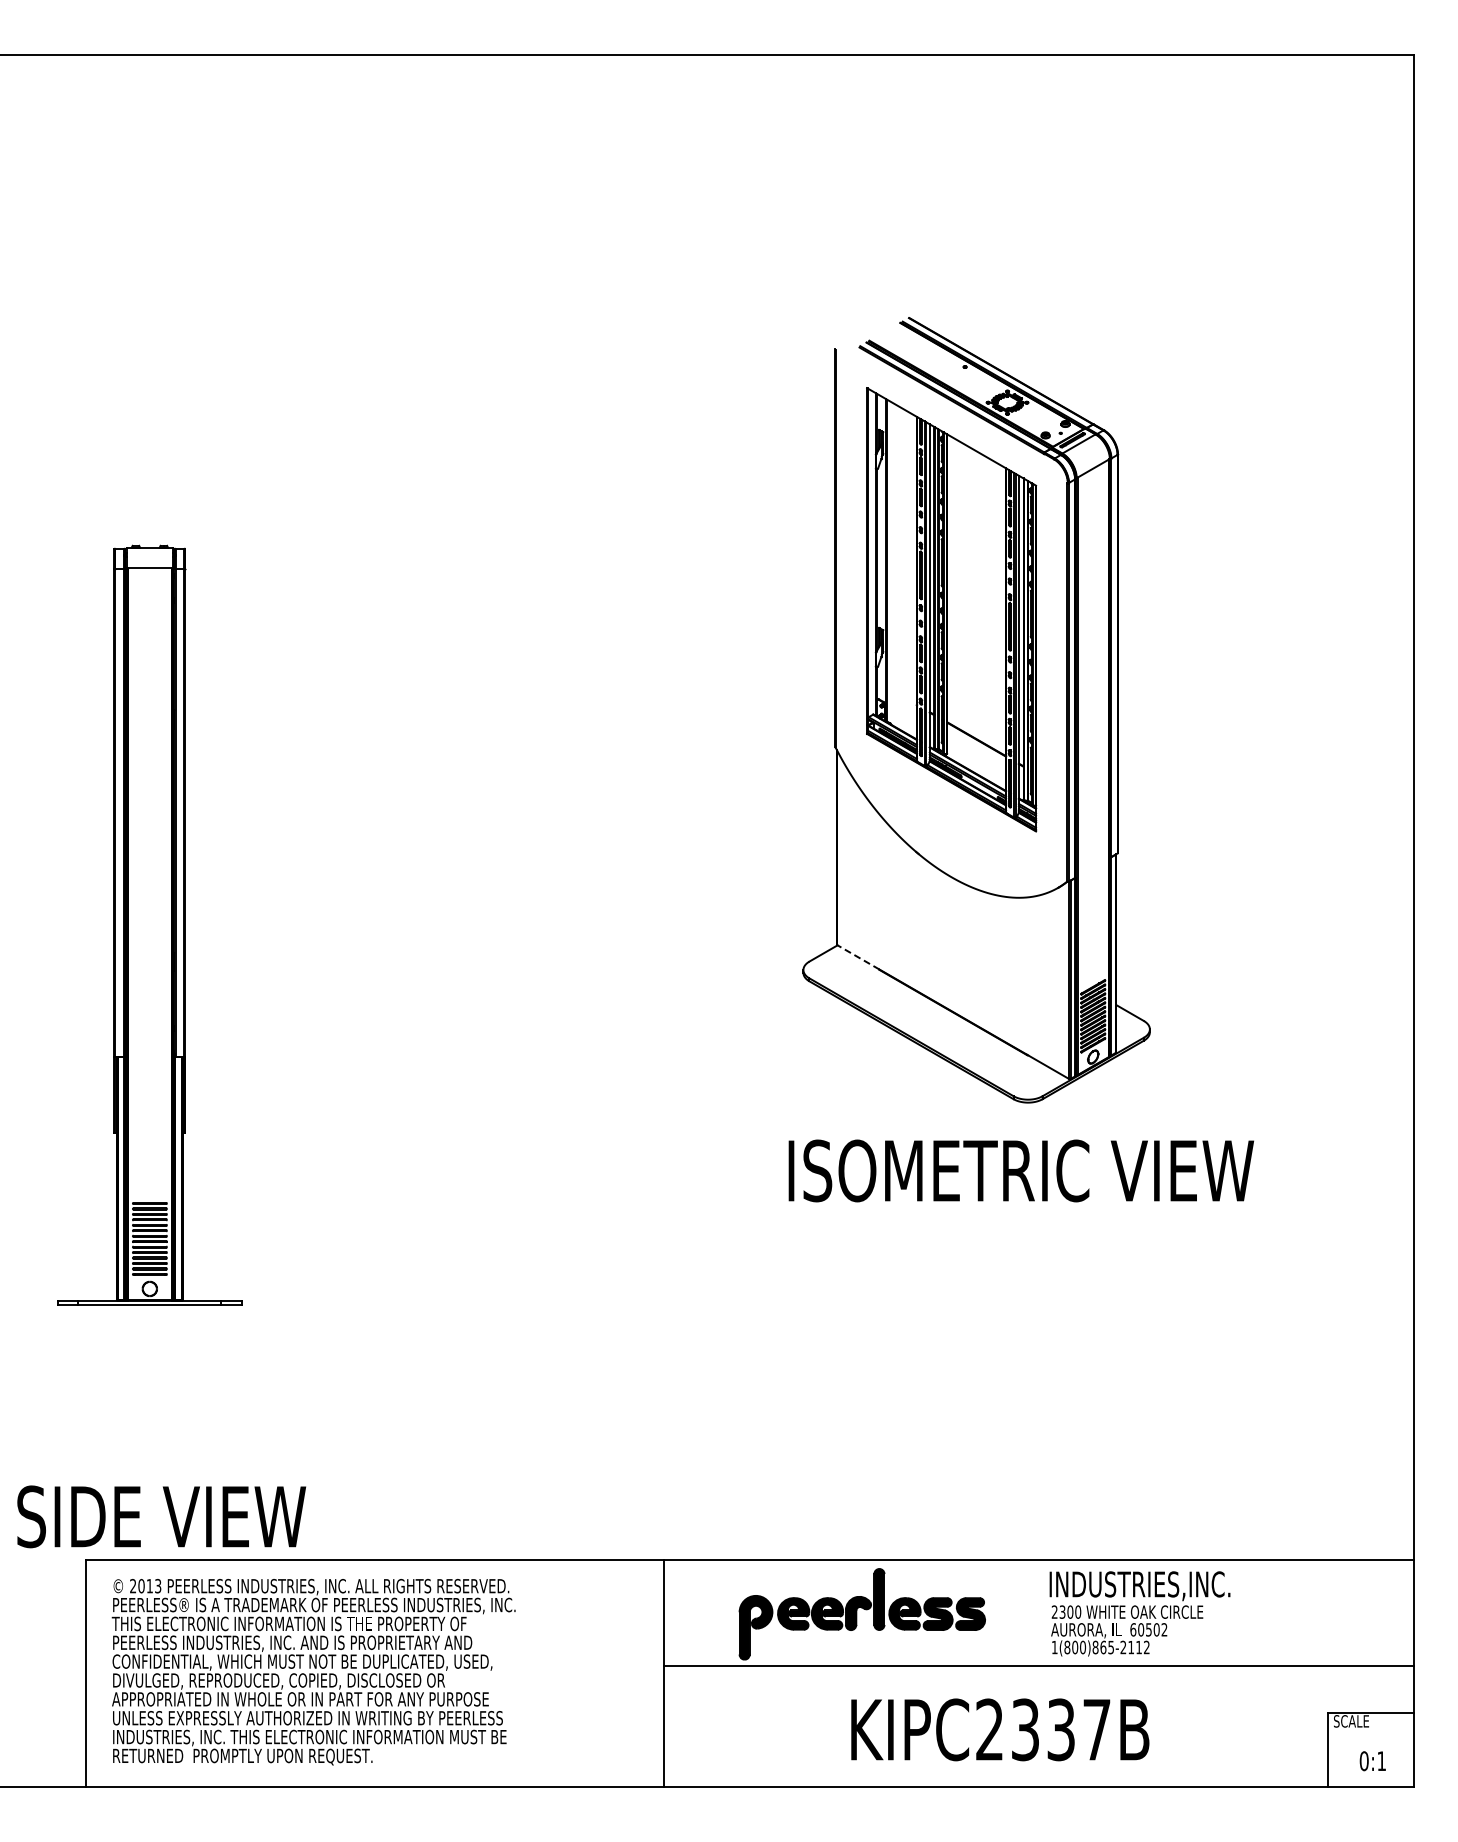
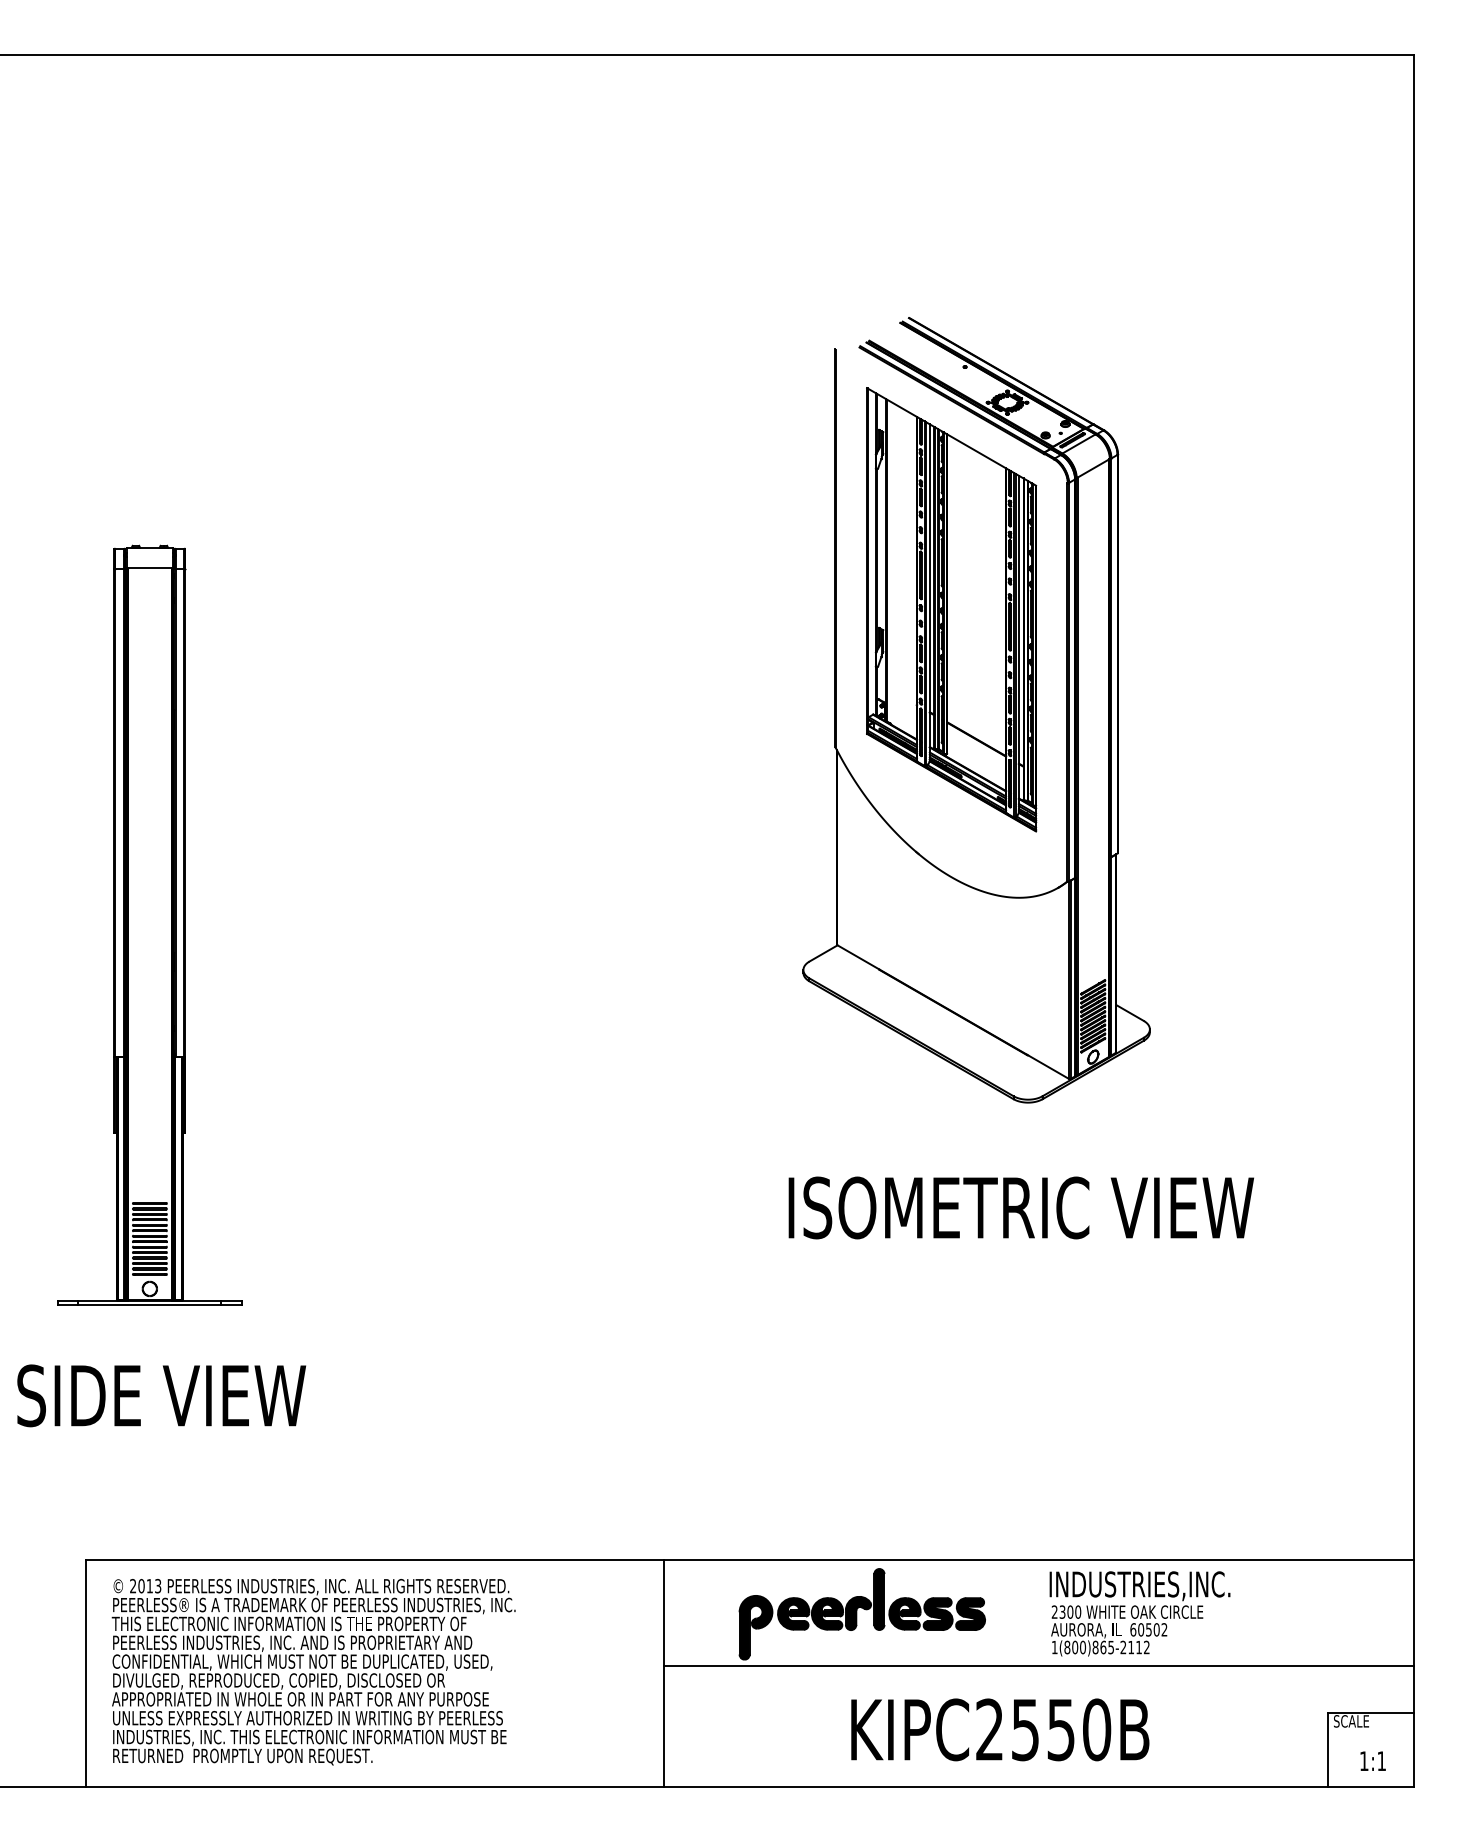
line at (858, 957): dashed -> solid
text at (1020, 1170) position: (1020, 1170) -> (1020, 1207)
text at (161, 1516) position: (161, 1516) -> (161, 1395)
text at (1061, 1729): KIPC2337B -> KIPC2550B
text at (1363, 1761): 0:1 -> 1:1
